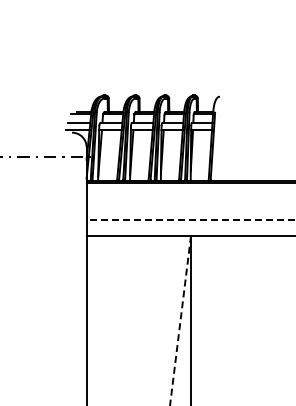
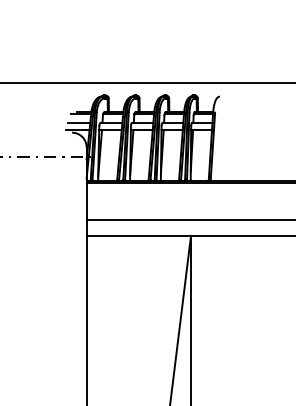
line at (147, 82): none -> present
line at (190, 219): dashed -> solid
line at (180, 321): dashed -> solid
